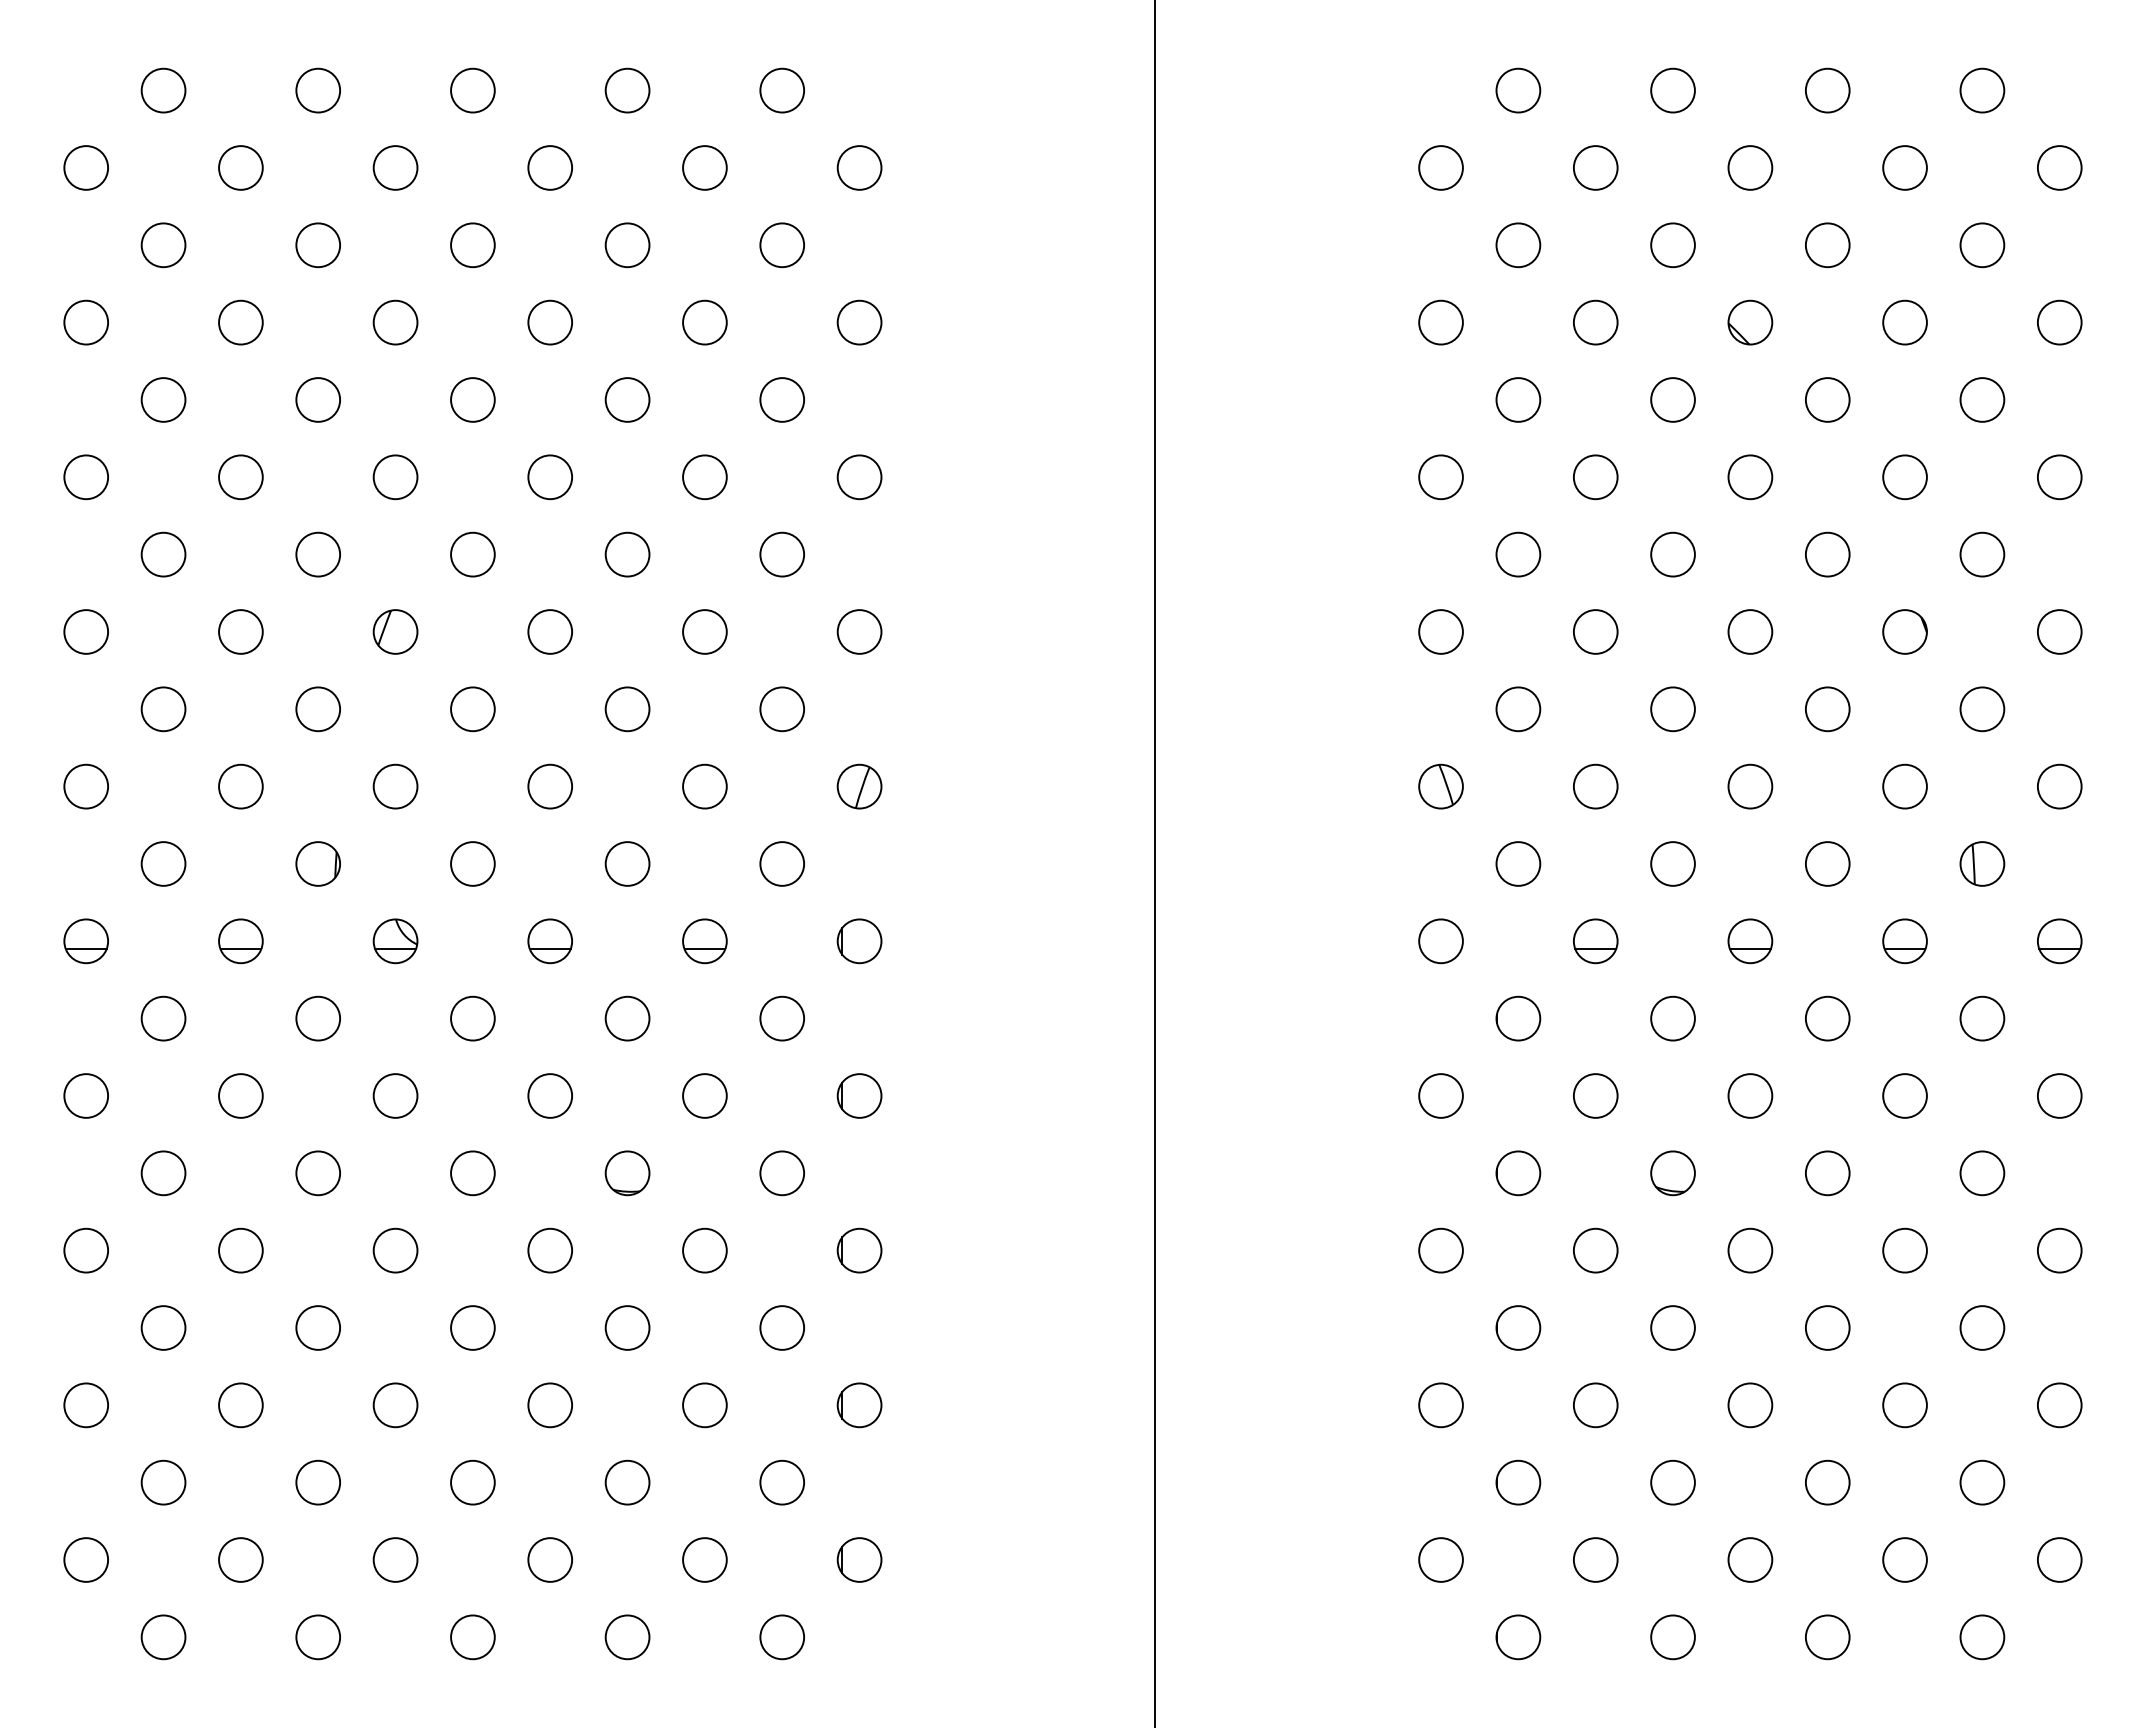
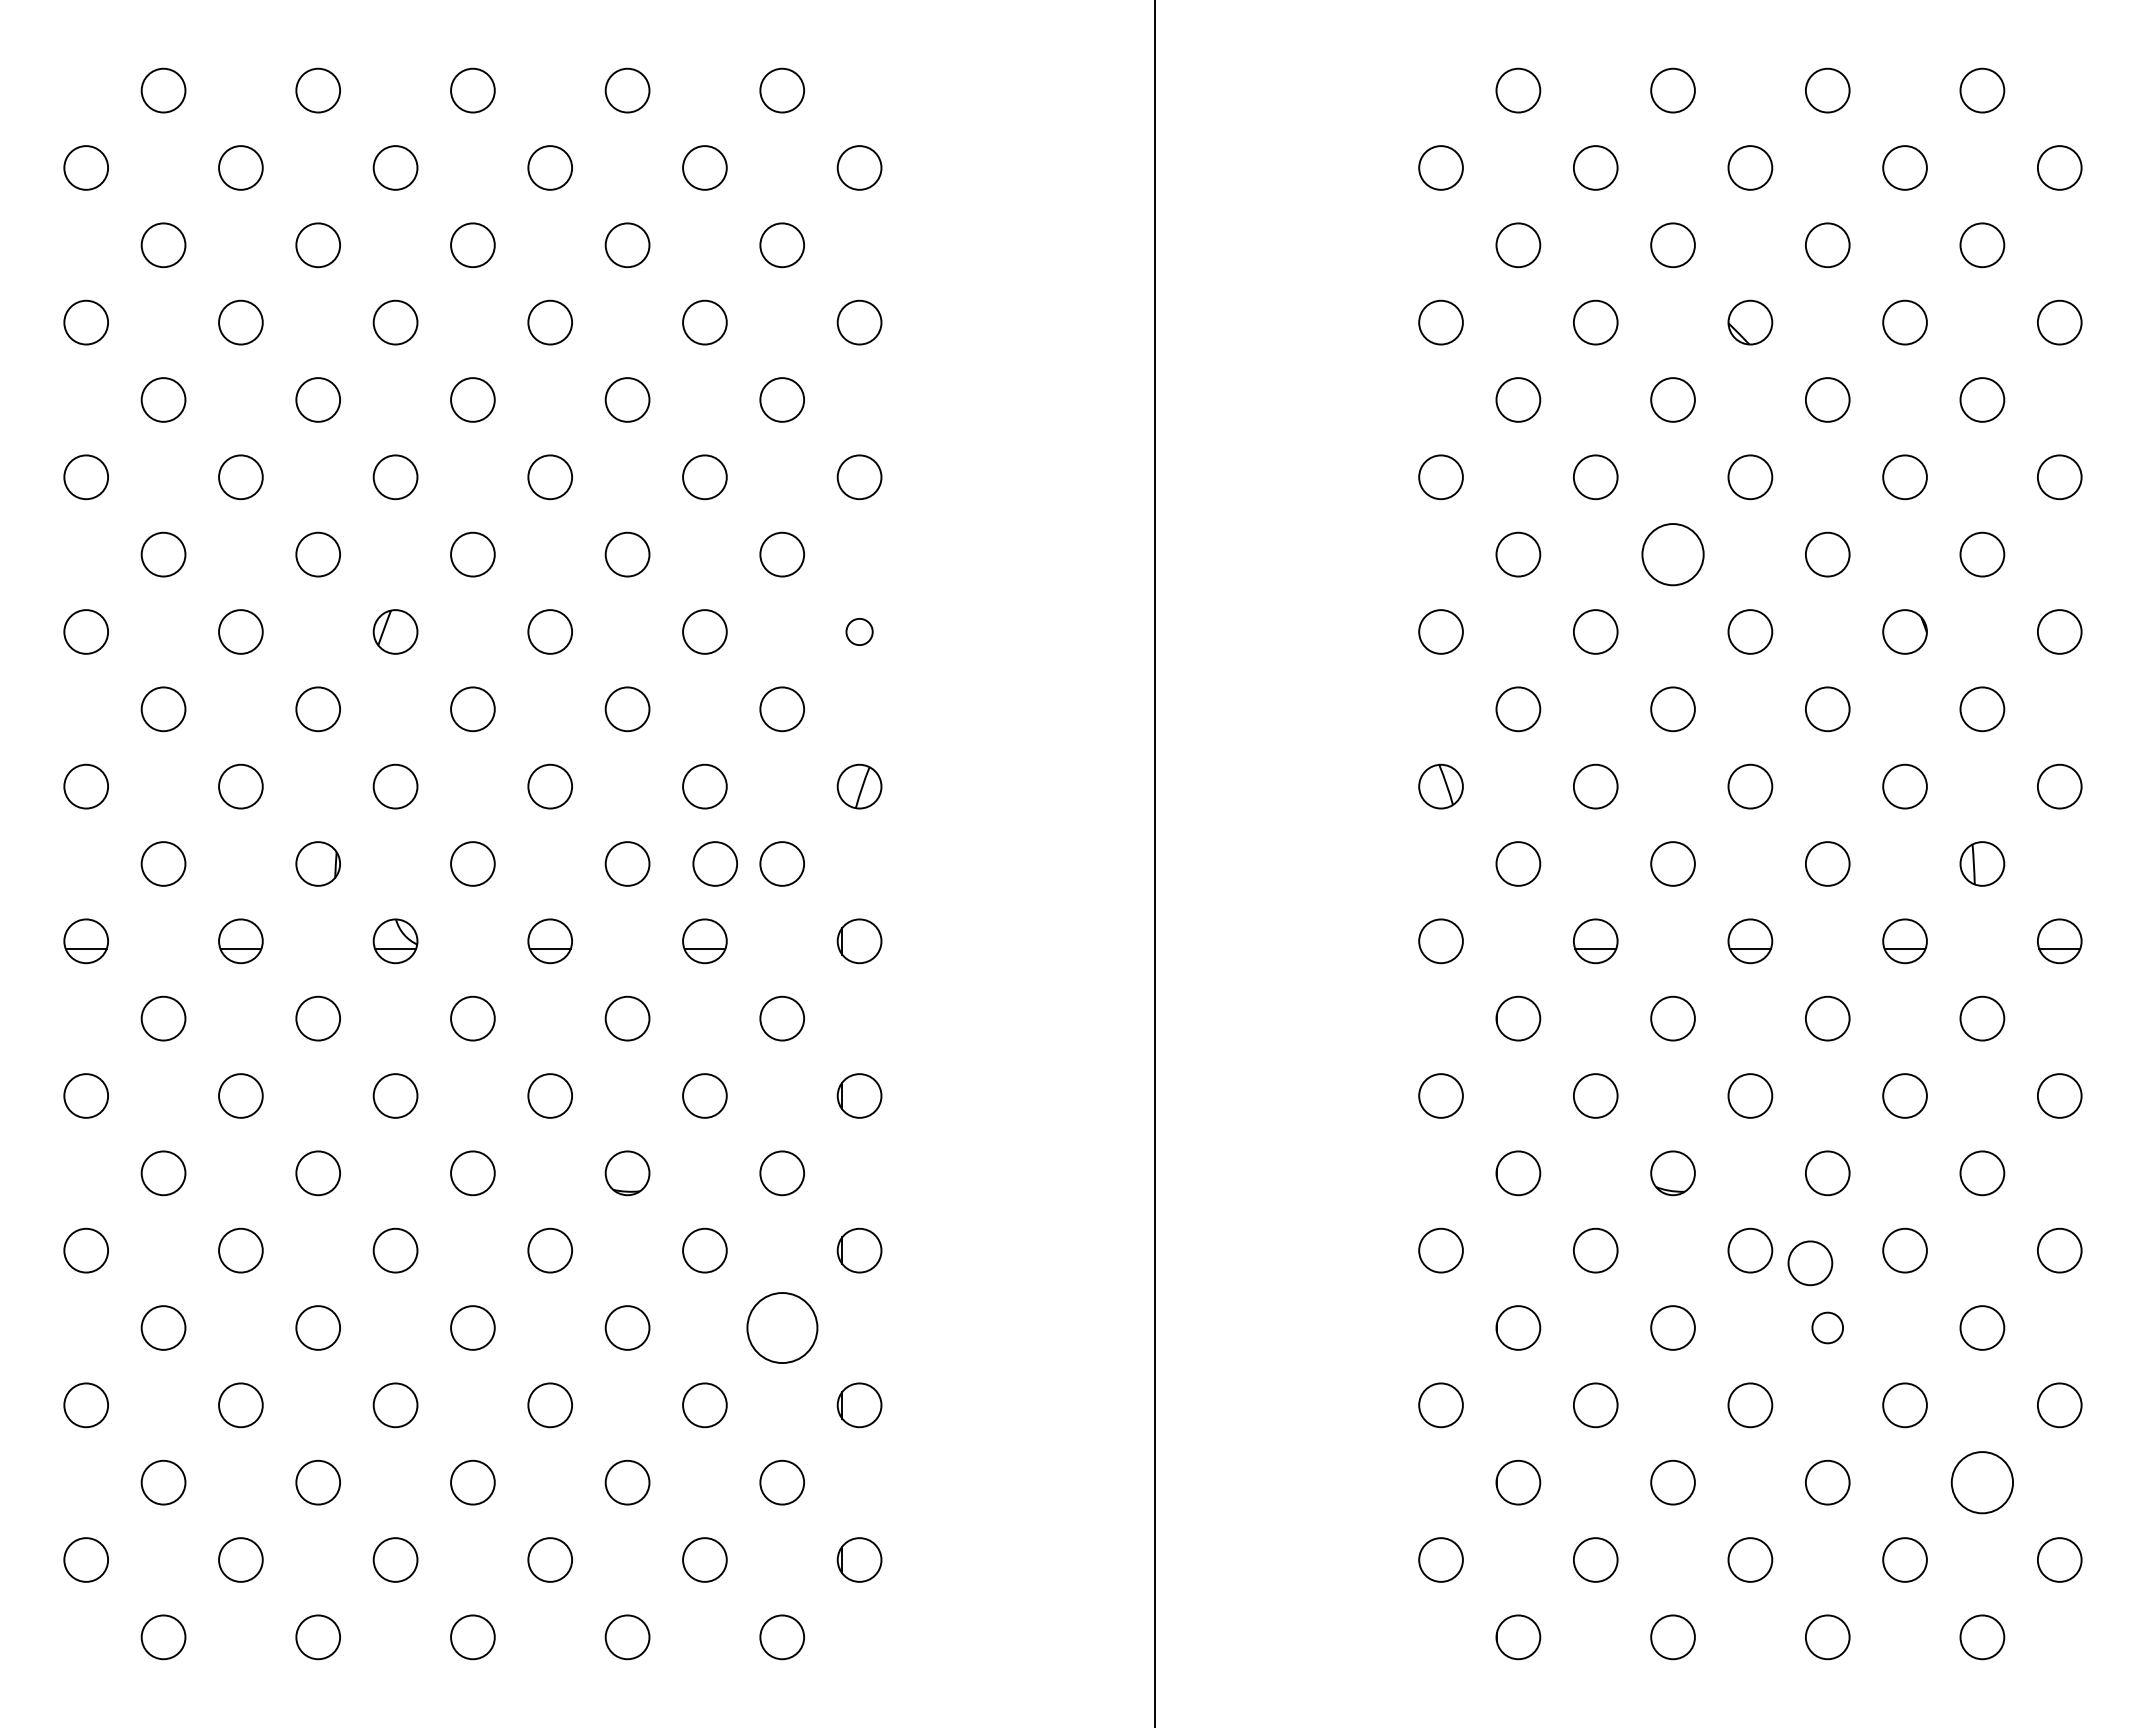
circle at (1672, 554) diameter: 44 px -> 61 px
circle at (859, 631) diameter: 44 px -> 26 px
circle at (714, 863): none -> present
circle at (1810, 1263): none -> present
circle at (781, 1327) size: 46x46 px -> 73x72 px
circle at (1827, 1327) diameter: 44 px -> 31 px
circle at (1982, 1482) diameter: 44 px -> 61 px
